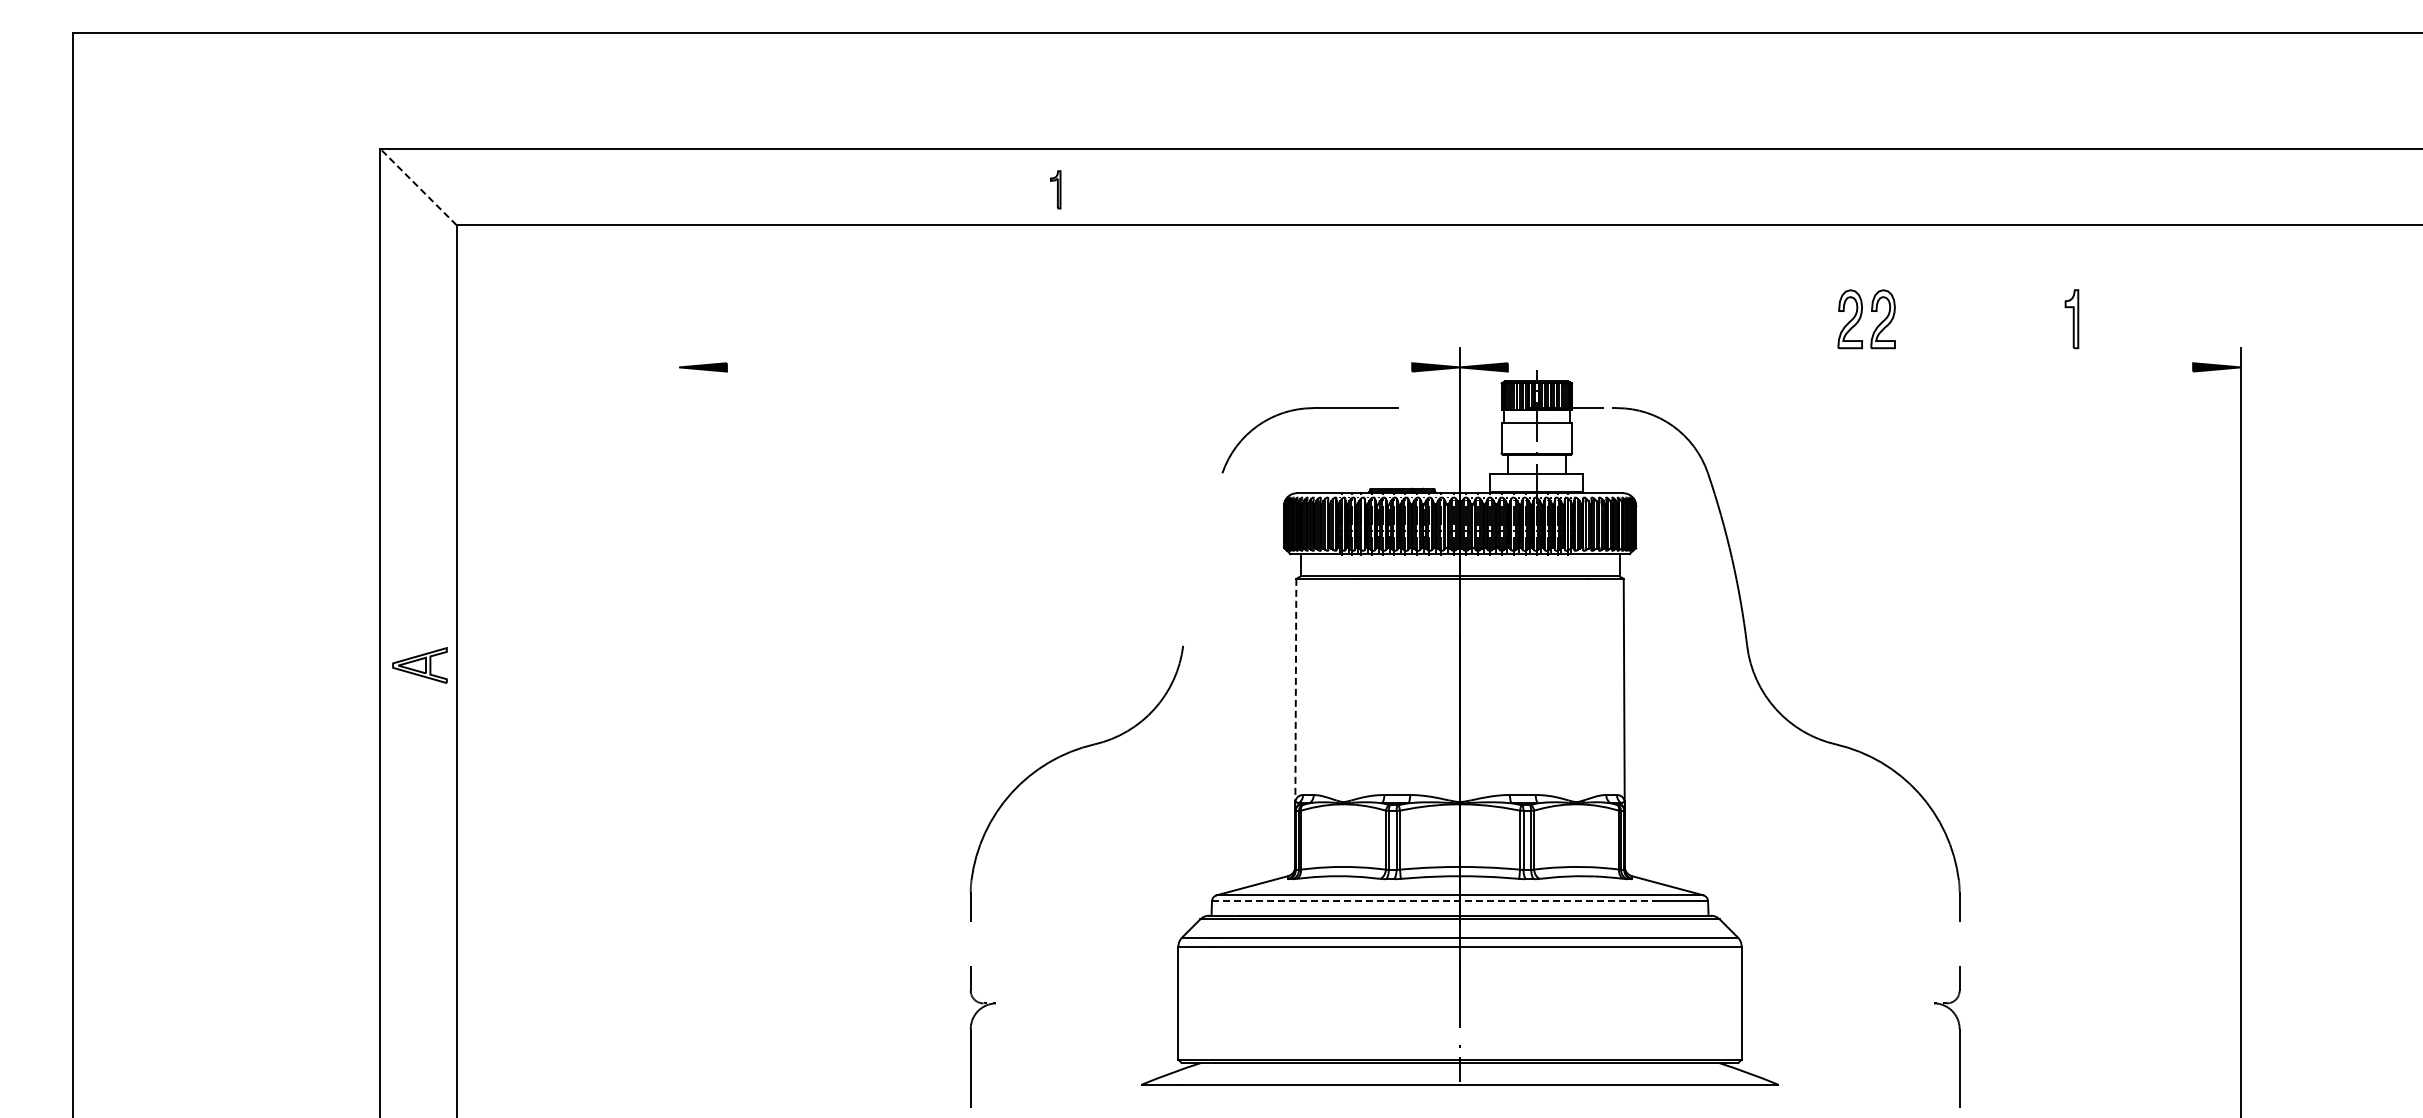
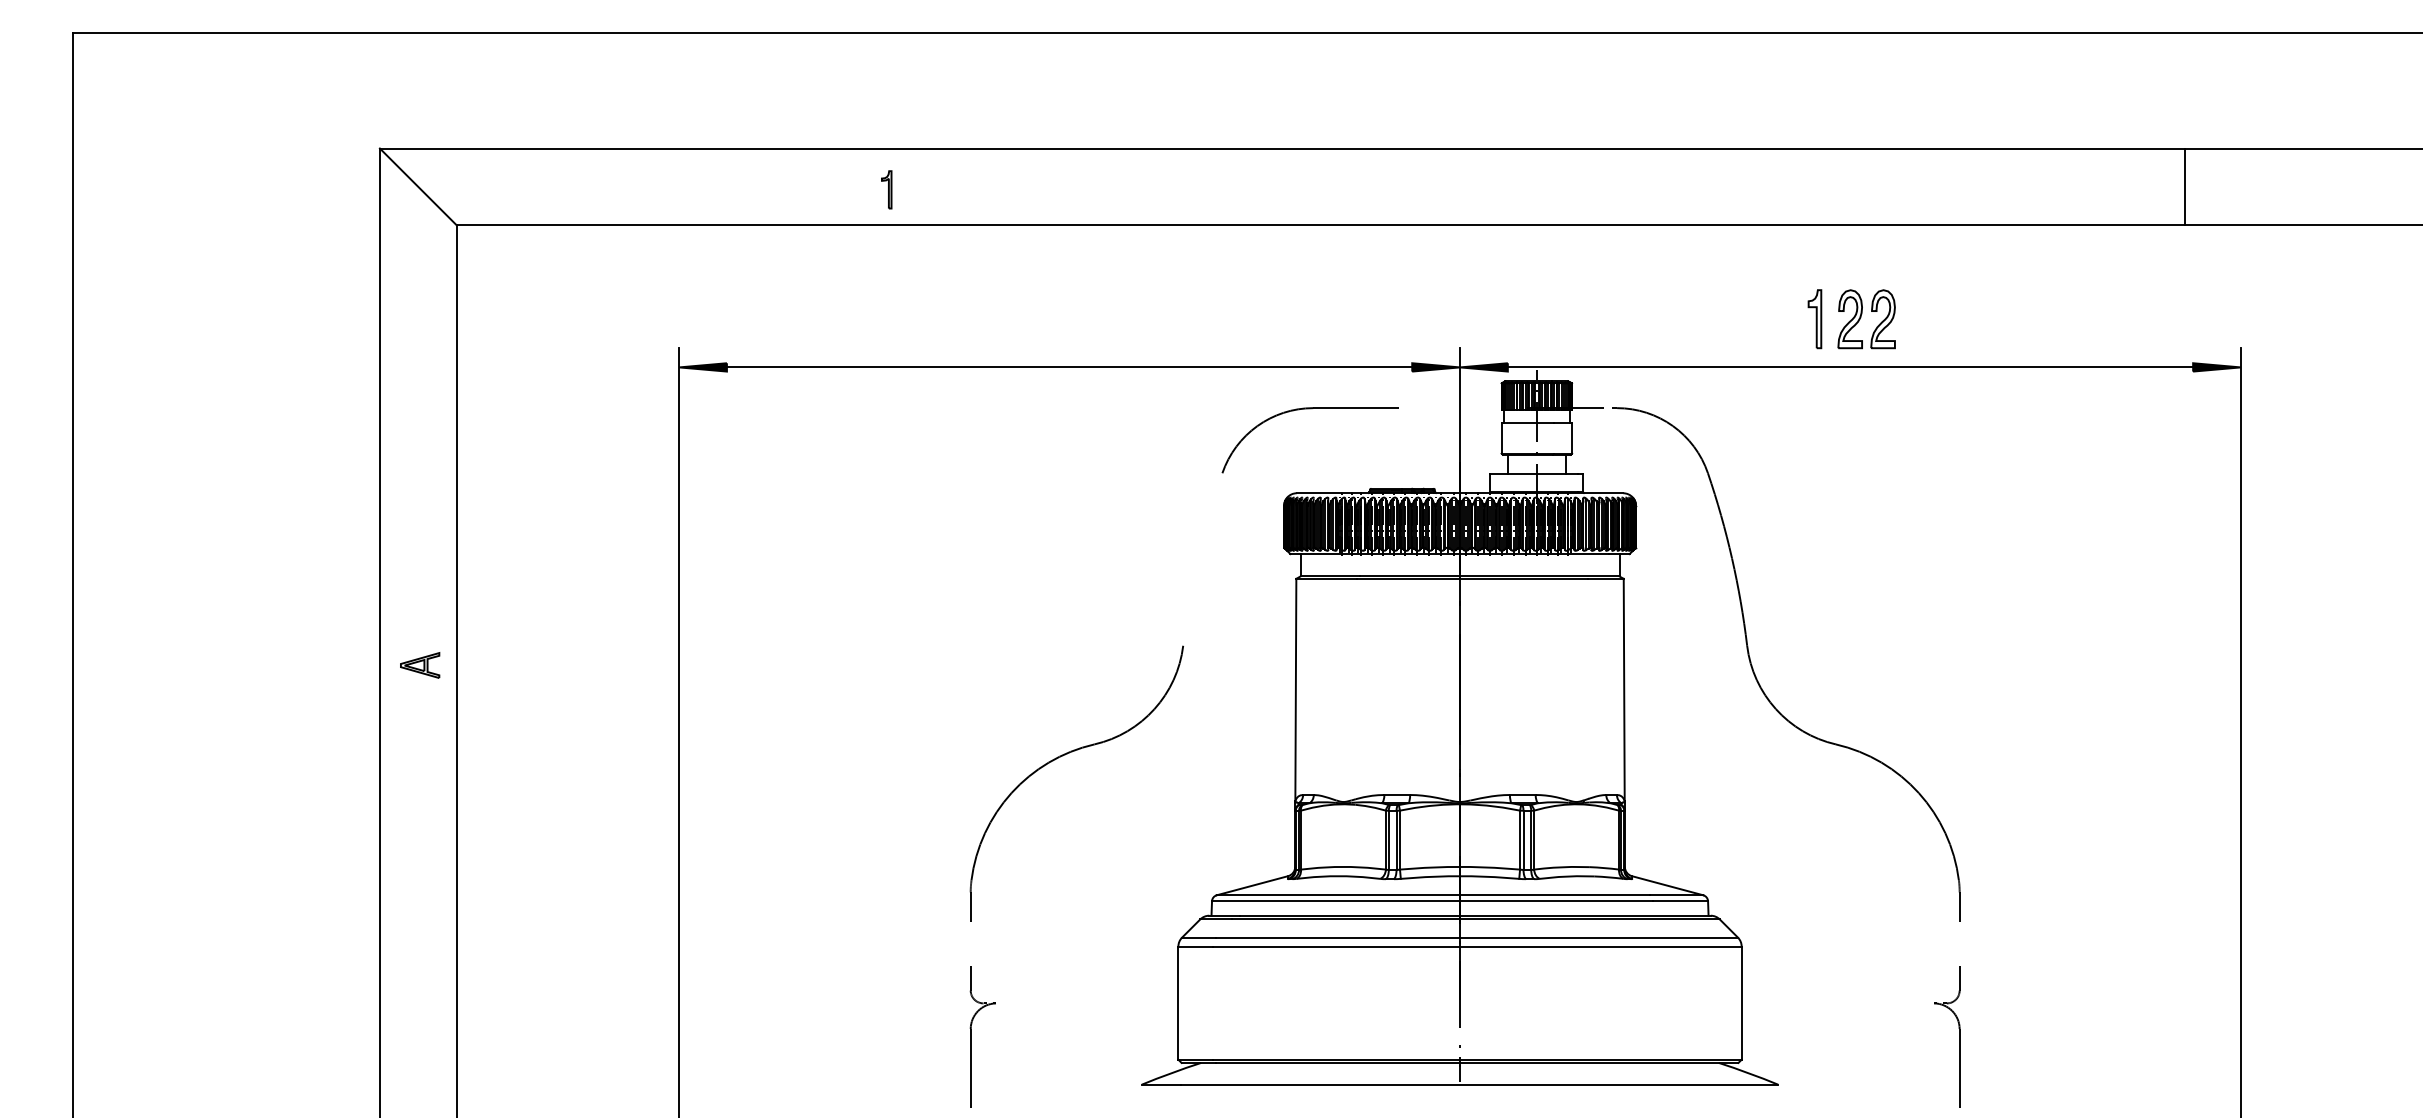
line at (417, 186): dashed -> solid
line at (2185, 186): none -> present
part at (1055, 189) position: (1055, 189) -> (886, 189)
part at (2071, 319) position: (2071, 319) -> (1814, 319)
line at (1069, 367): none -> present
line at (1850, 367): none -> present
part at (419, 665) size: 56x37 px -> 41x27 px
line at (1295, 689): dashed -> solid
line at (679, 731): none -> present
line at (1432, 901): dashed -> solid
